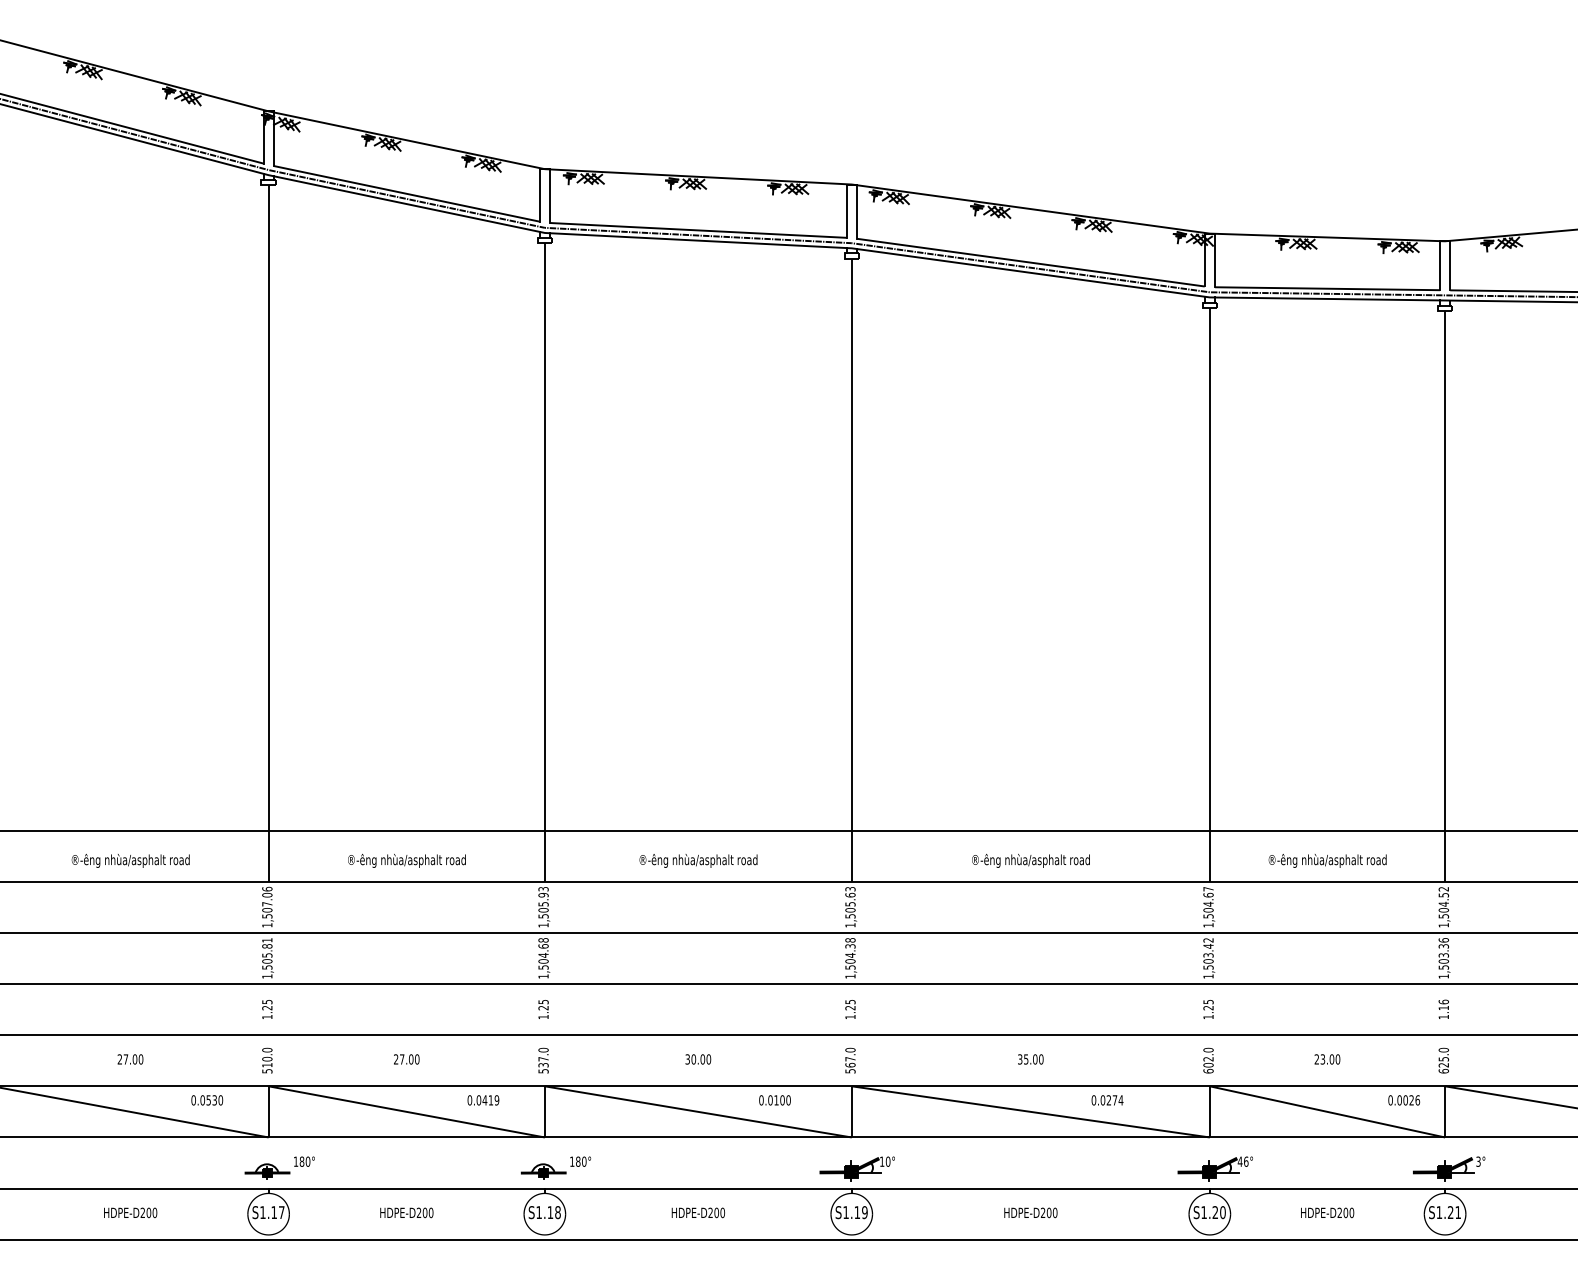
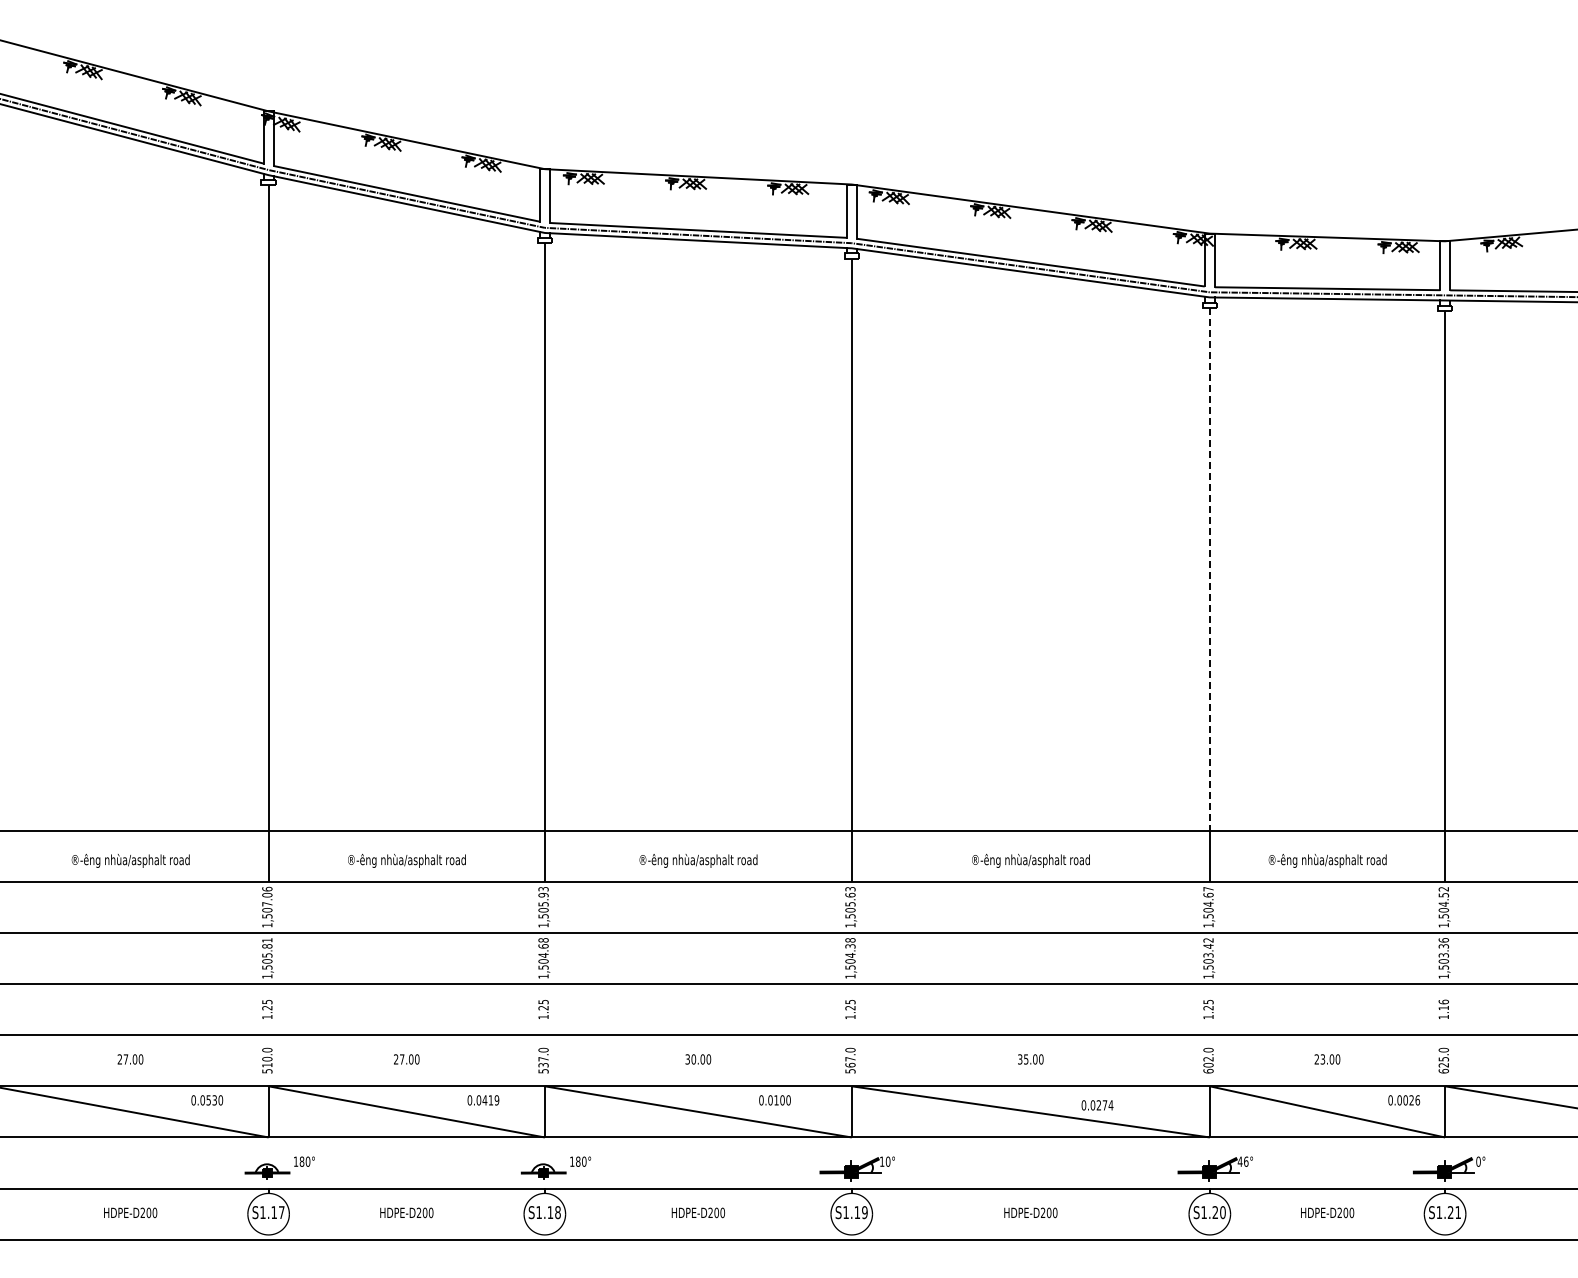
line at (1209, 569): solid -> dashed
text at (1107, 1100) position: (1107, 1100) -> (1097, 1105)
text at (1478, 1161): 3° -> 0°
